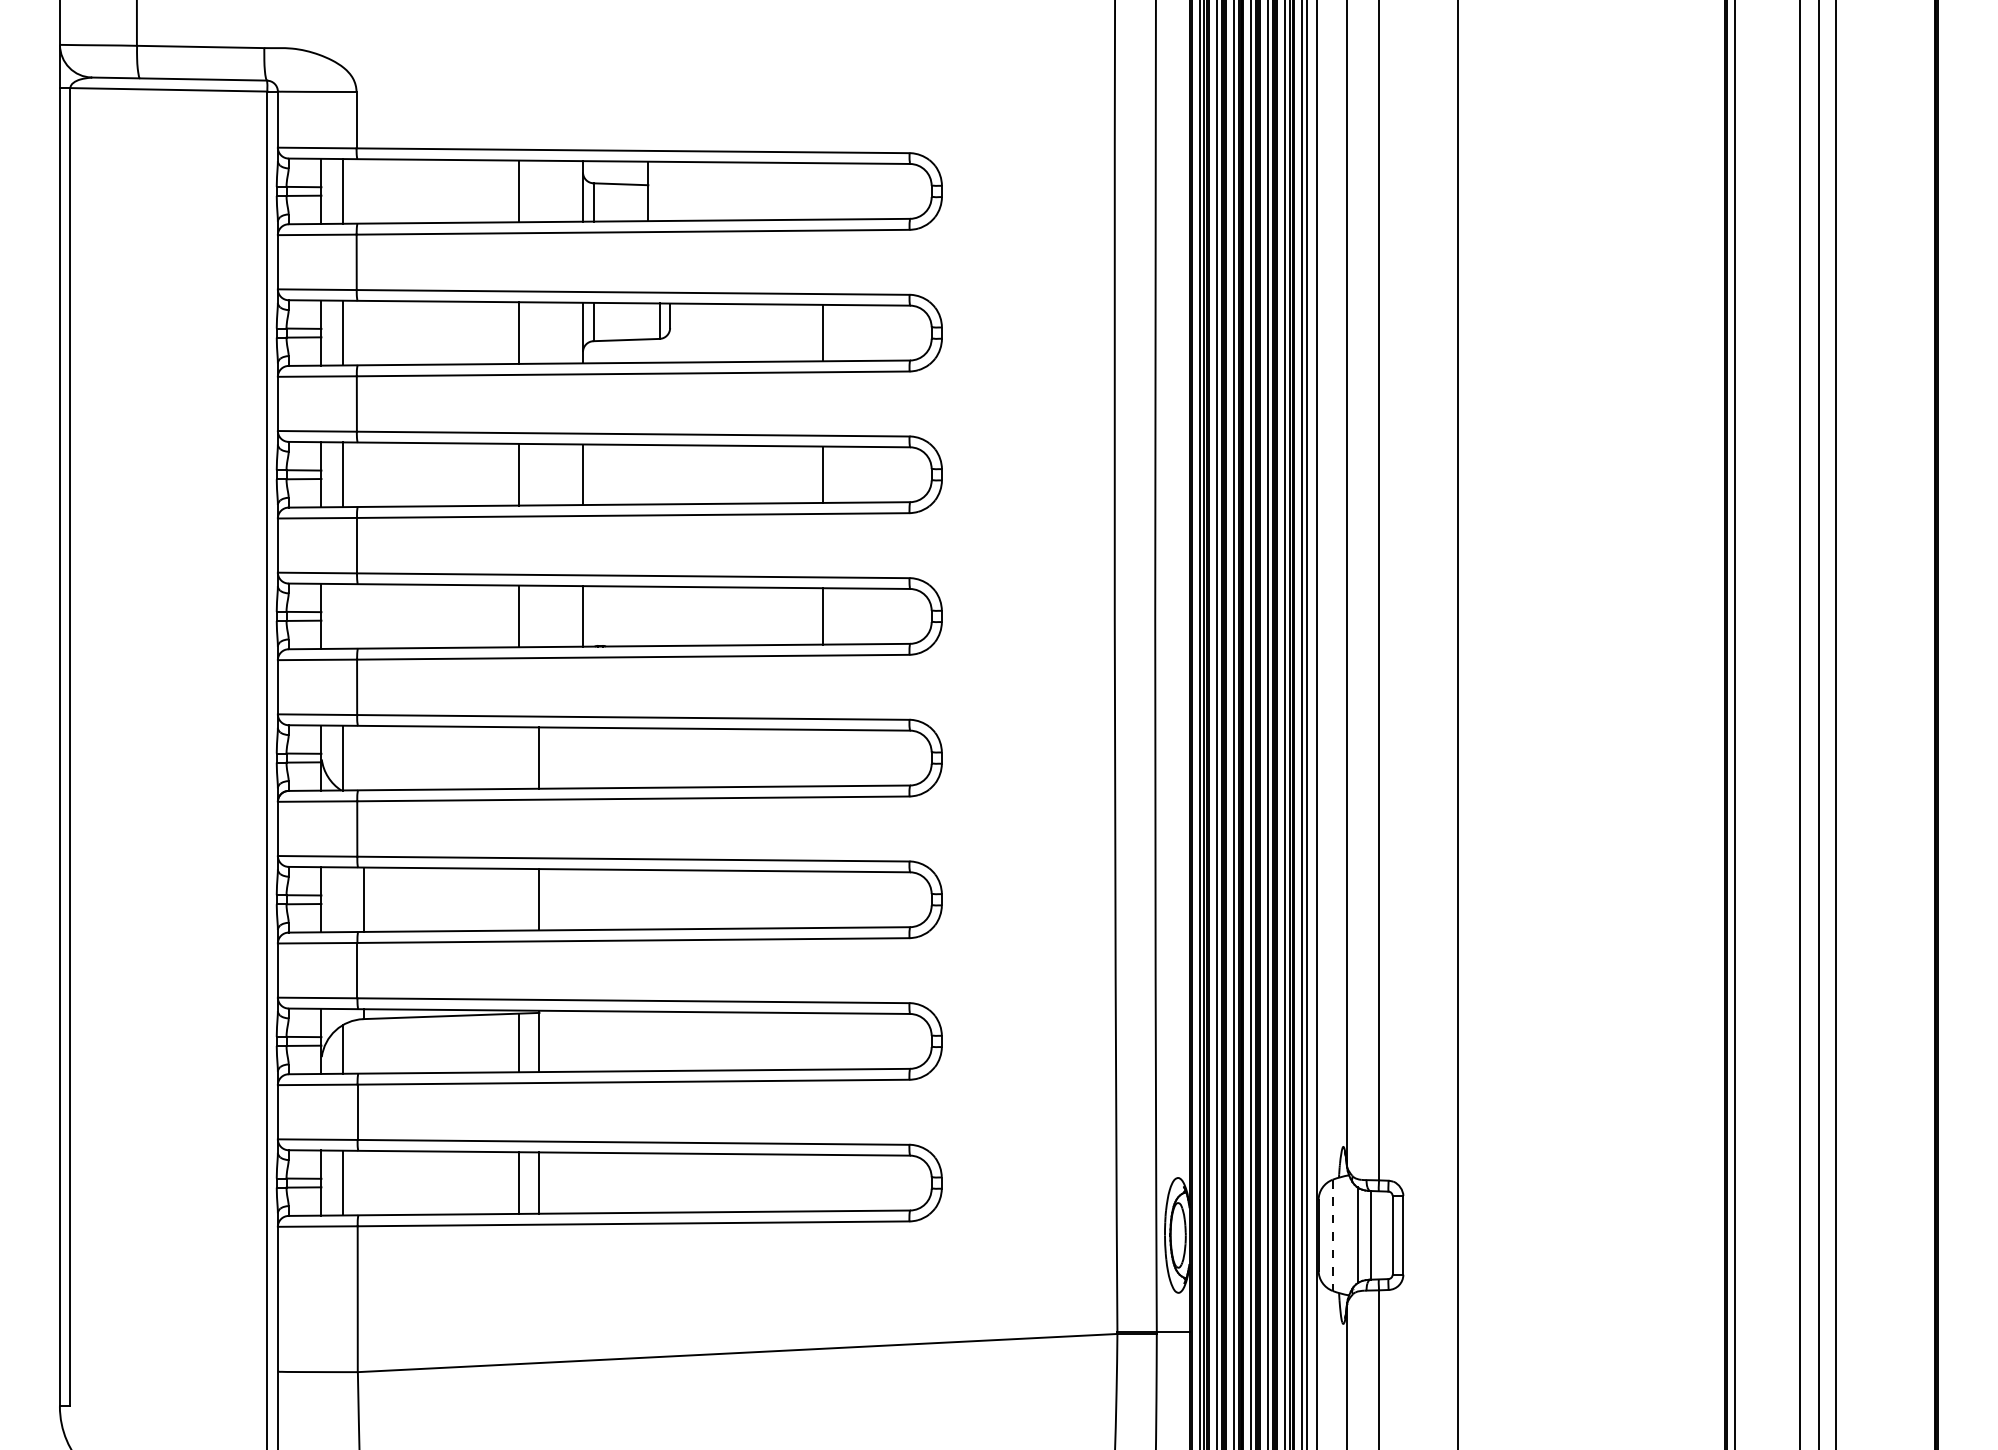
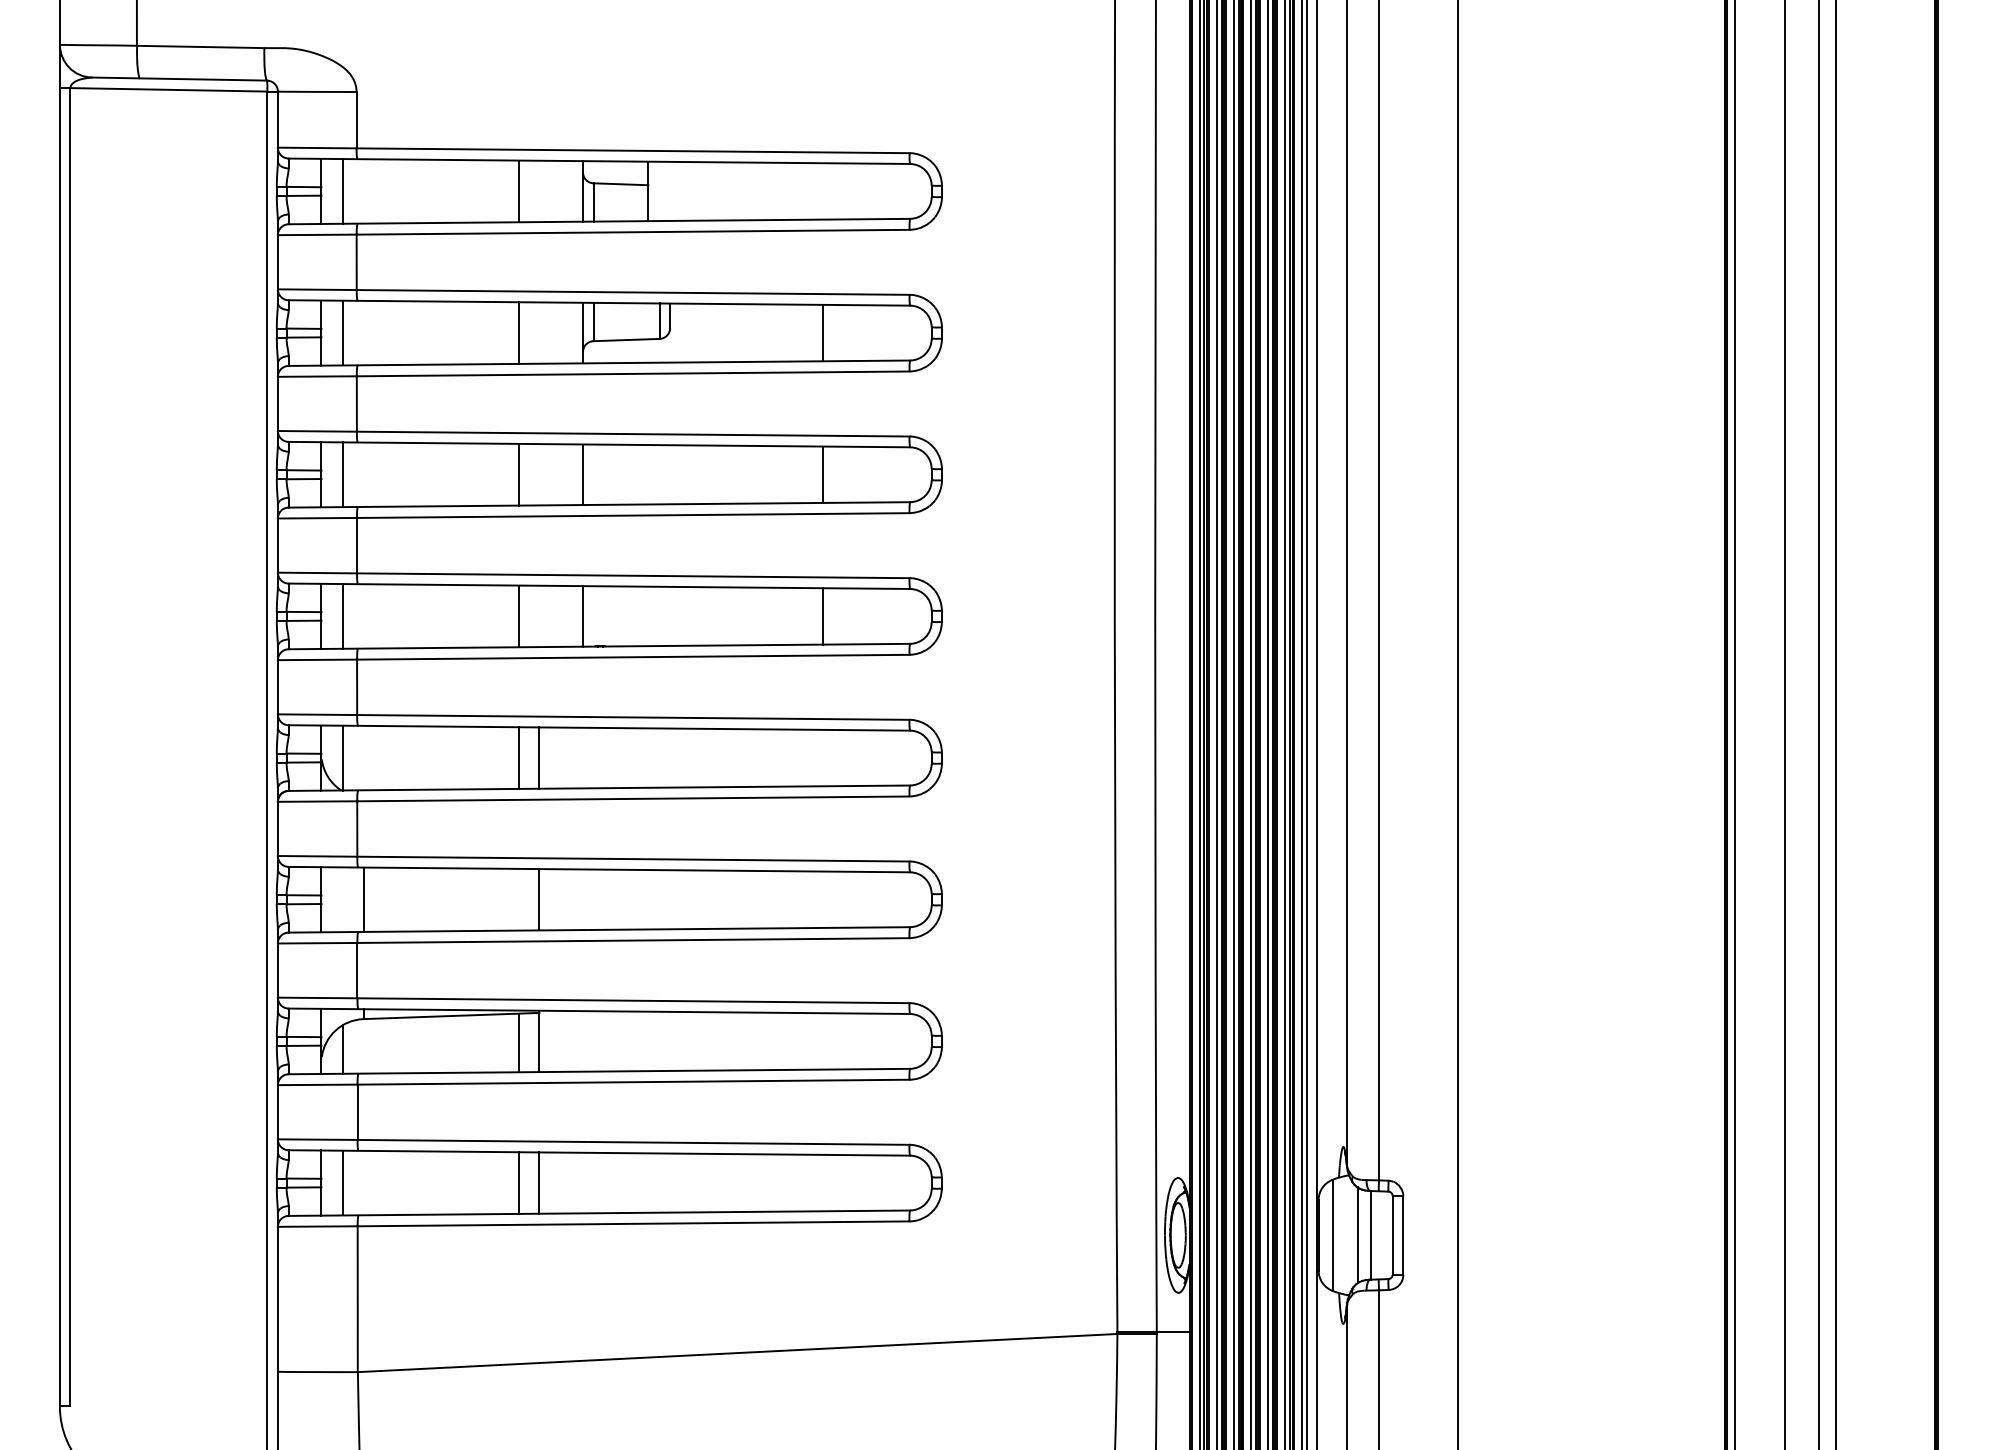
line at (342, 616): none -> present
line at (1799, 724) position: (1799, 724) -> (1784, 724)
line at (518, 757): none -> present
line at (1332, 1235): dashed -> solid
